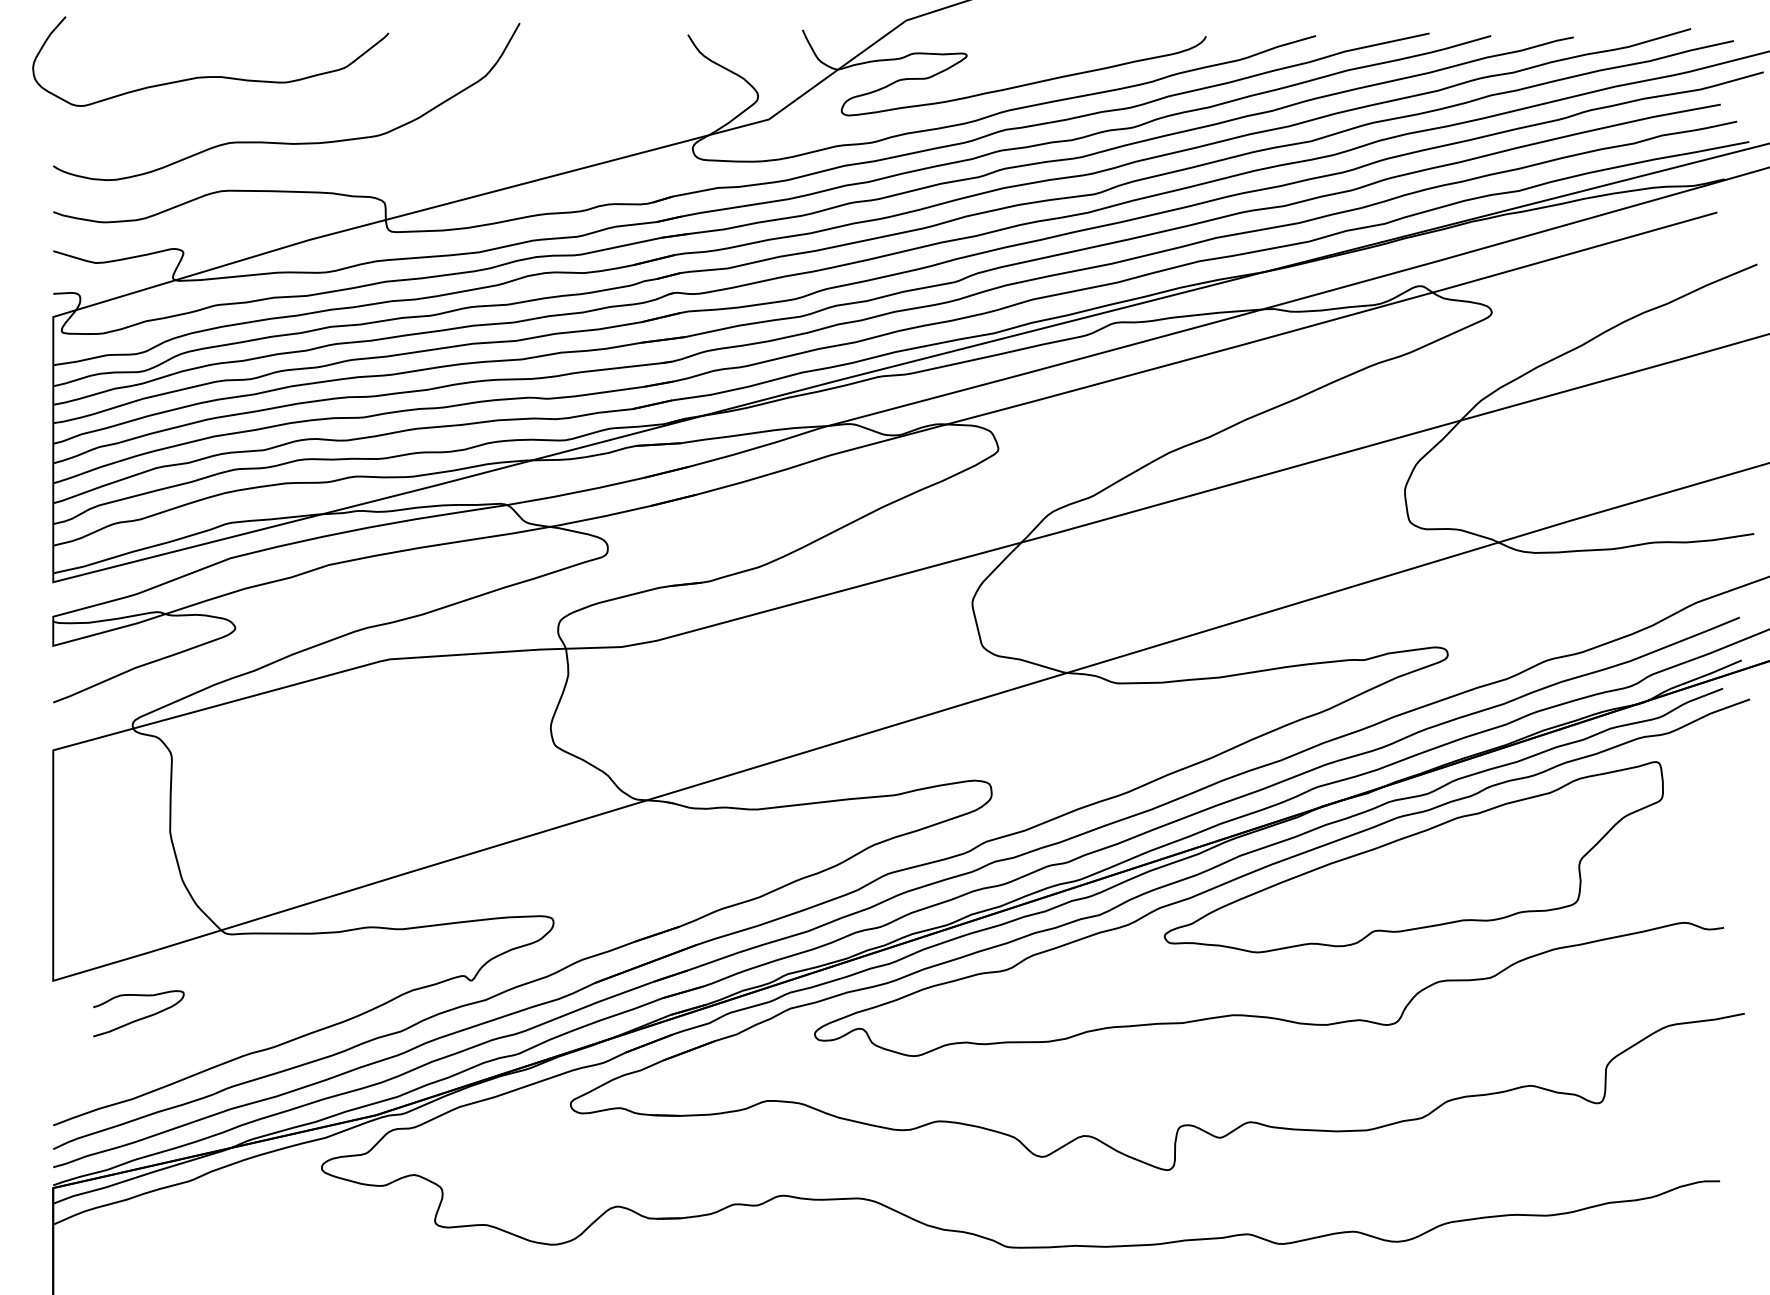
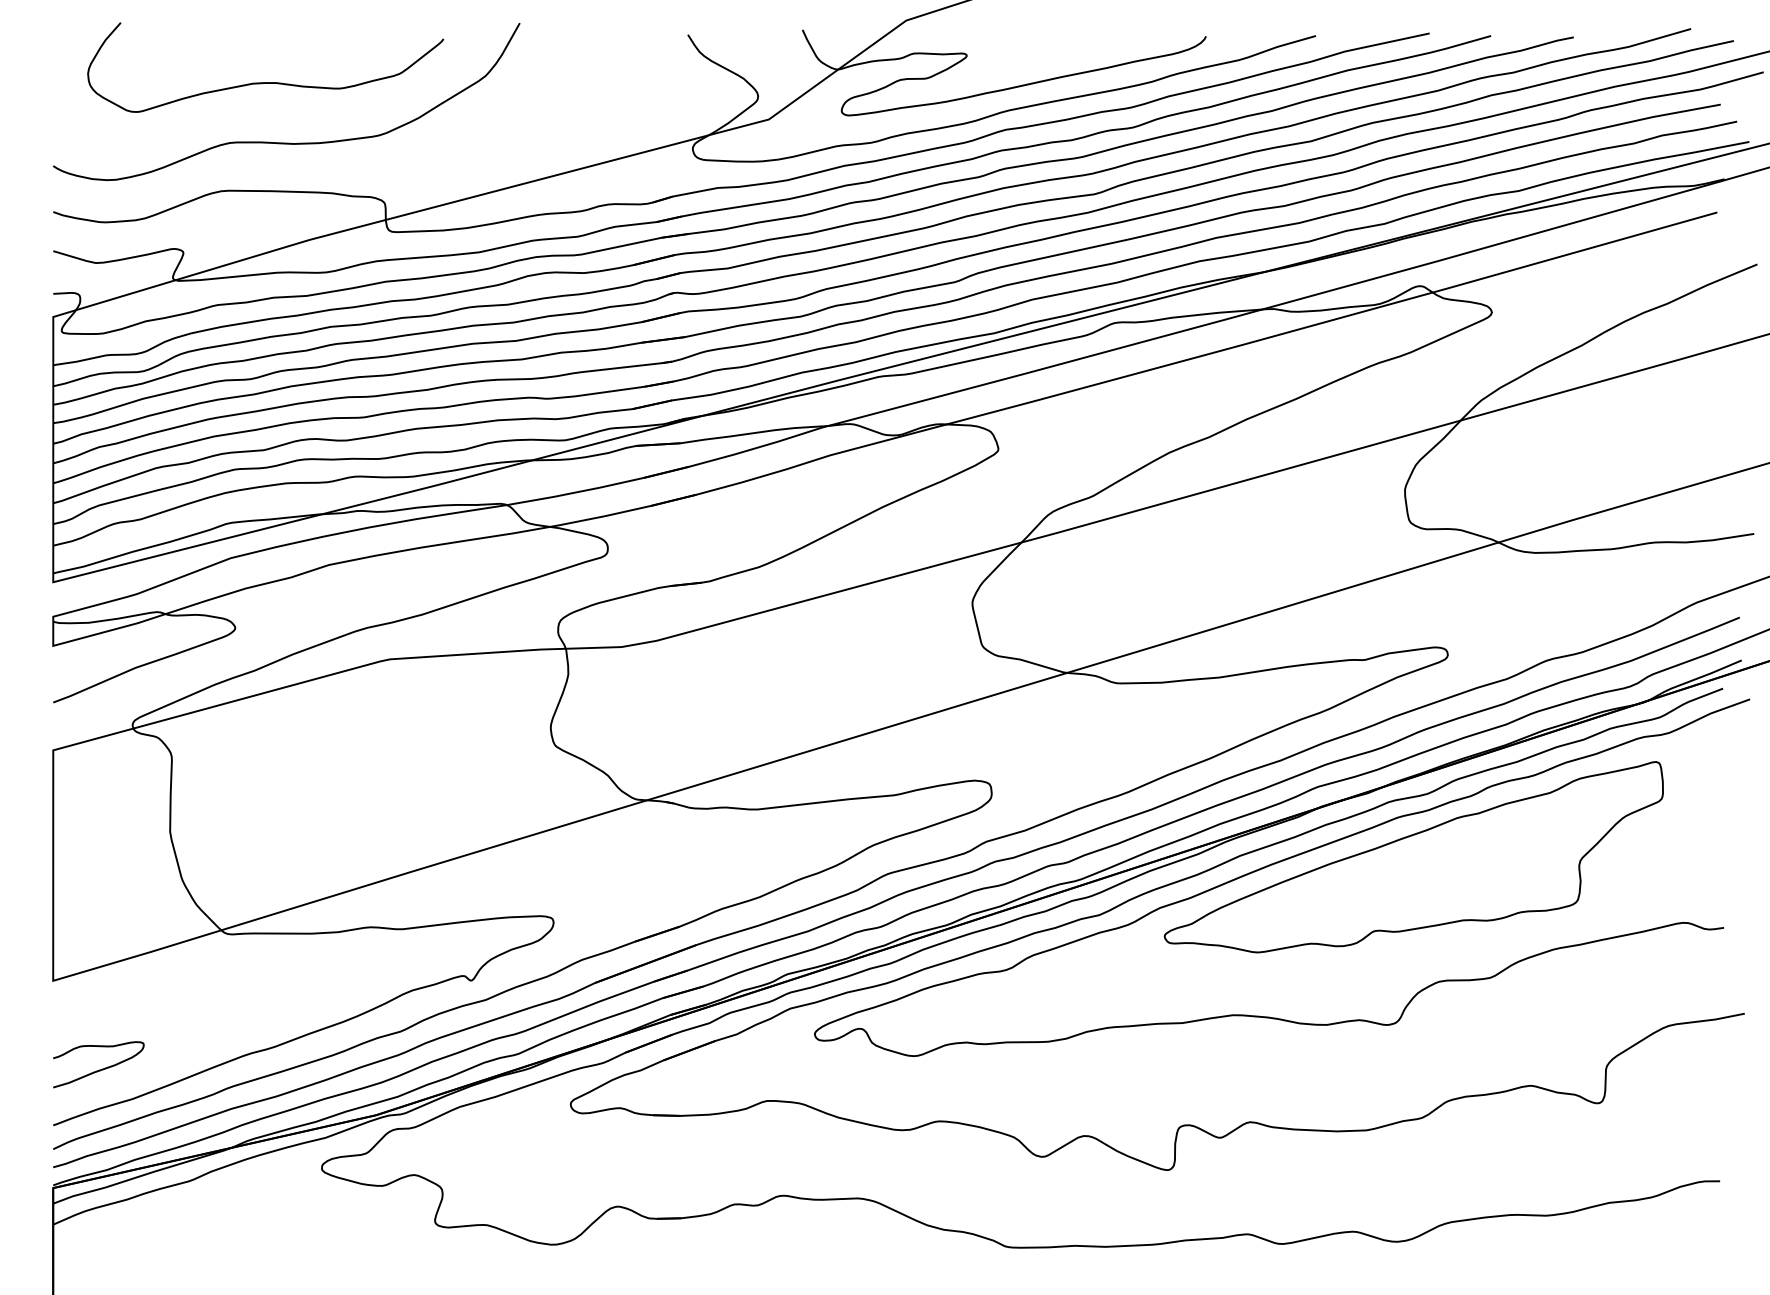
curve at (210, 76) position: (210, 76) -> (265, 82)
curve at (139, 1018) position: (139, 1018) -> (99, 1069)
